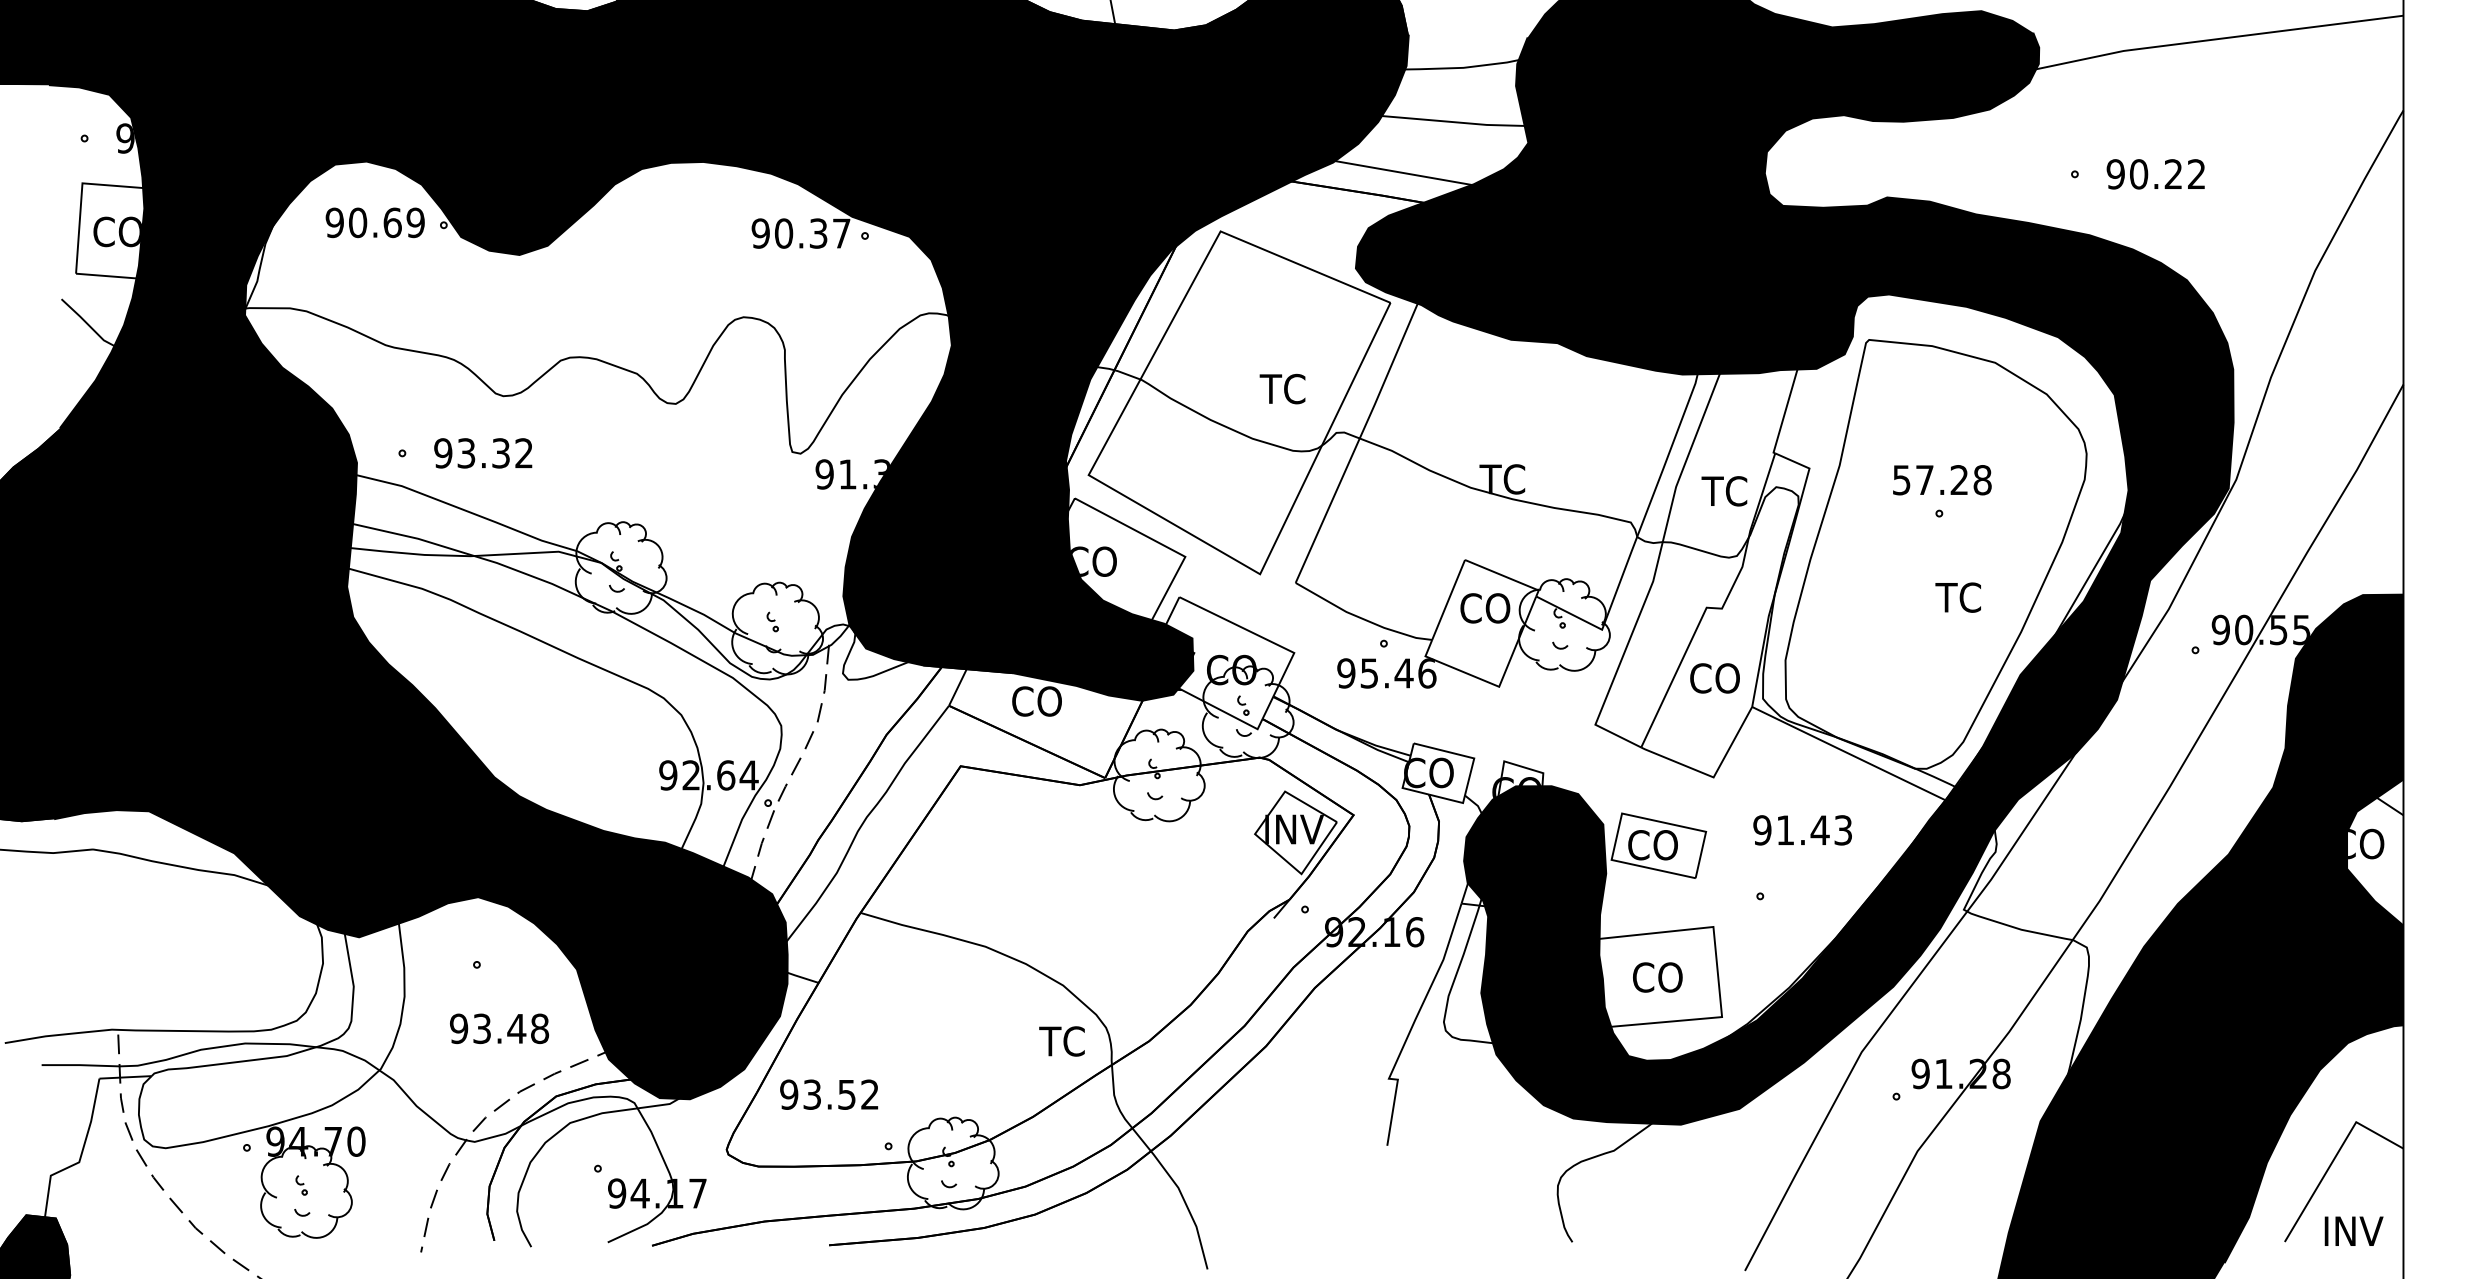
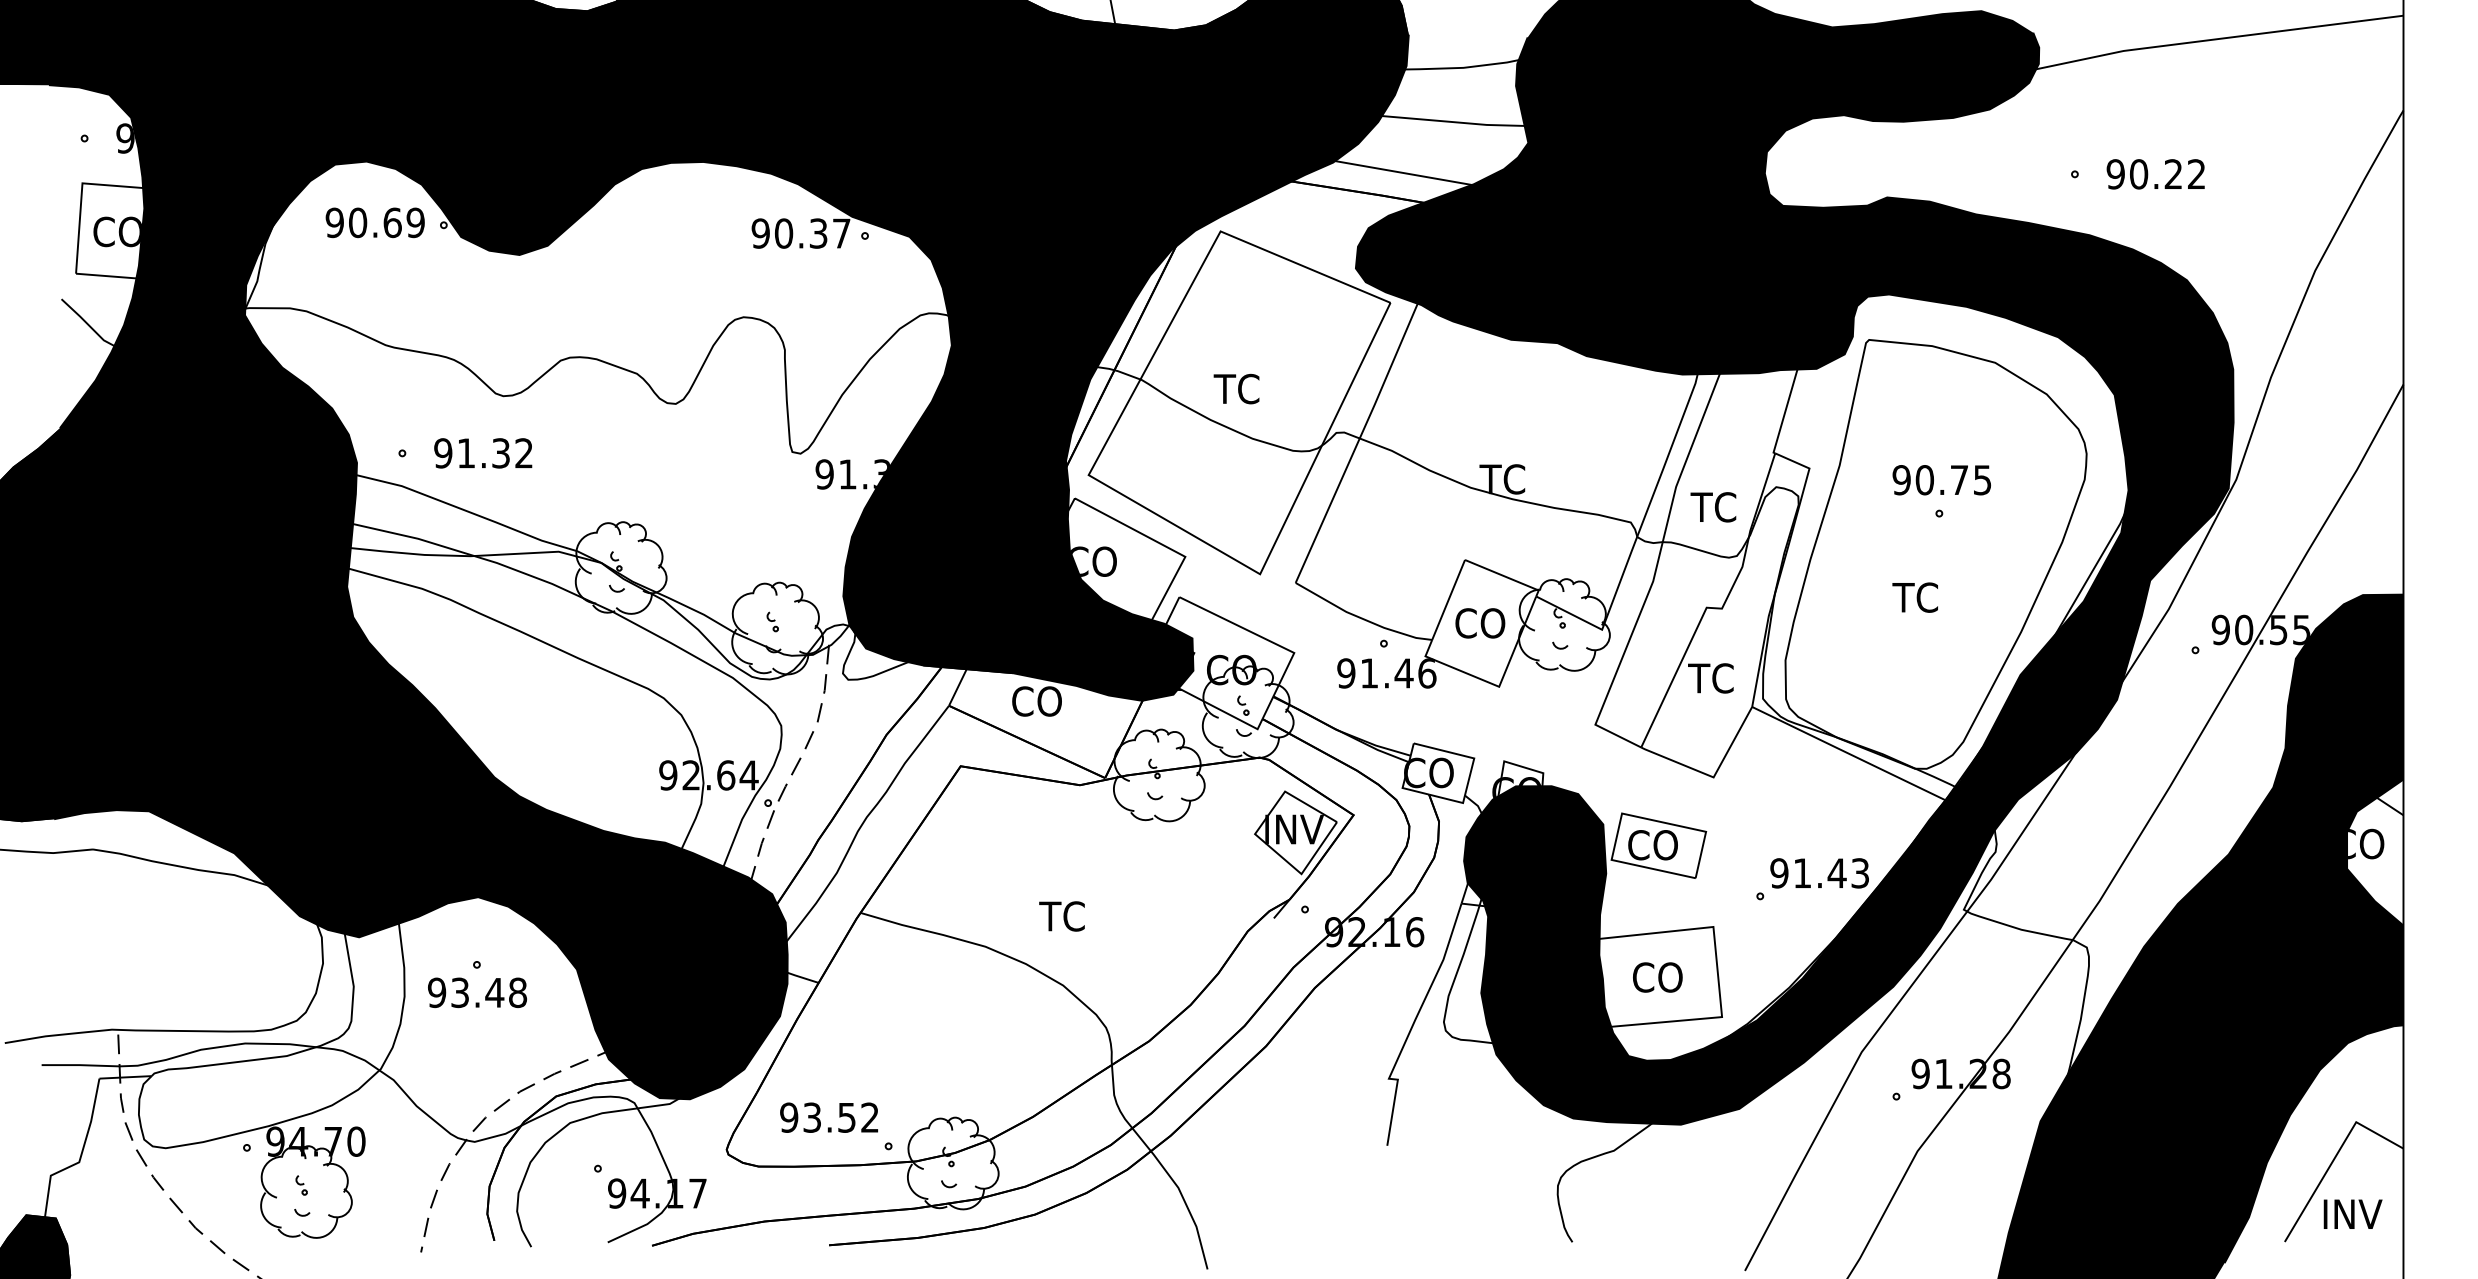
text at (1282, 388) position: (1282, 388) -> (1236, 388)
text at (466, 453): 93.32 -> 91.32
text at (1941, 480): 57.28 -> 90.75
text at (1724, 491) position: (1724, 491) -> (1713, 507)
text at (1957, 597) position: (1957, 597) -> (1914, 597)
text at (1485, 608) position: (1485, 608) -> (1480, 623)
text at (1368, 673): 95.46 -> 91.46
text at (1713, 678): CO -> TC
text at (1802, 830) position: (1802, 830) -> (1819, 873)
text at (499, 1028) position: (499, 1028) -> (477, 992)
text at (1061, 1041) position: (1061, 1041) -> (1061, 916)
text at (829, 1094) position: (829, 1094) -> (829, 1117)
text at (2353, 1230) position: (2353, 1230) -> (2352, 1213)
